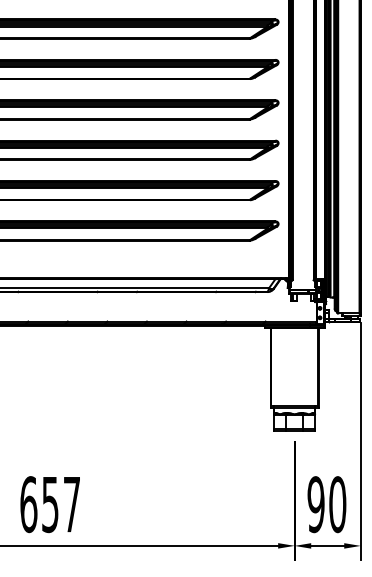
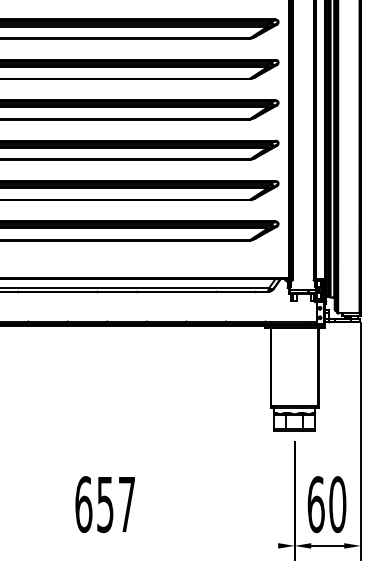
text at (49, 504) position: (49, 504) -> (104, 504)
text at (315, 504): 90 -> 60
line at (140, 545): present -> none
